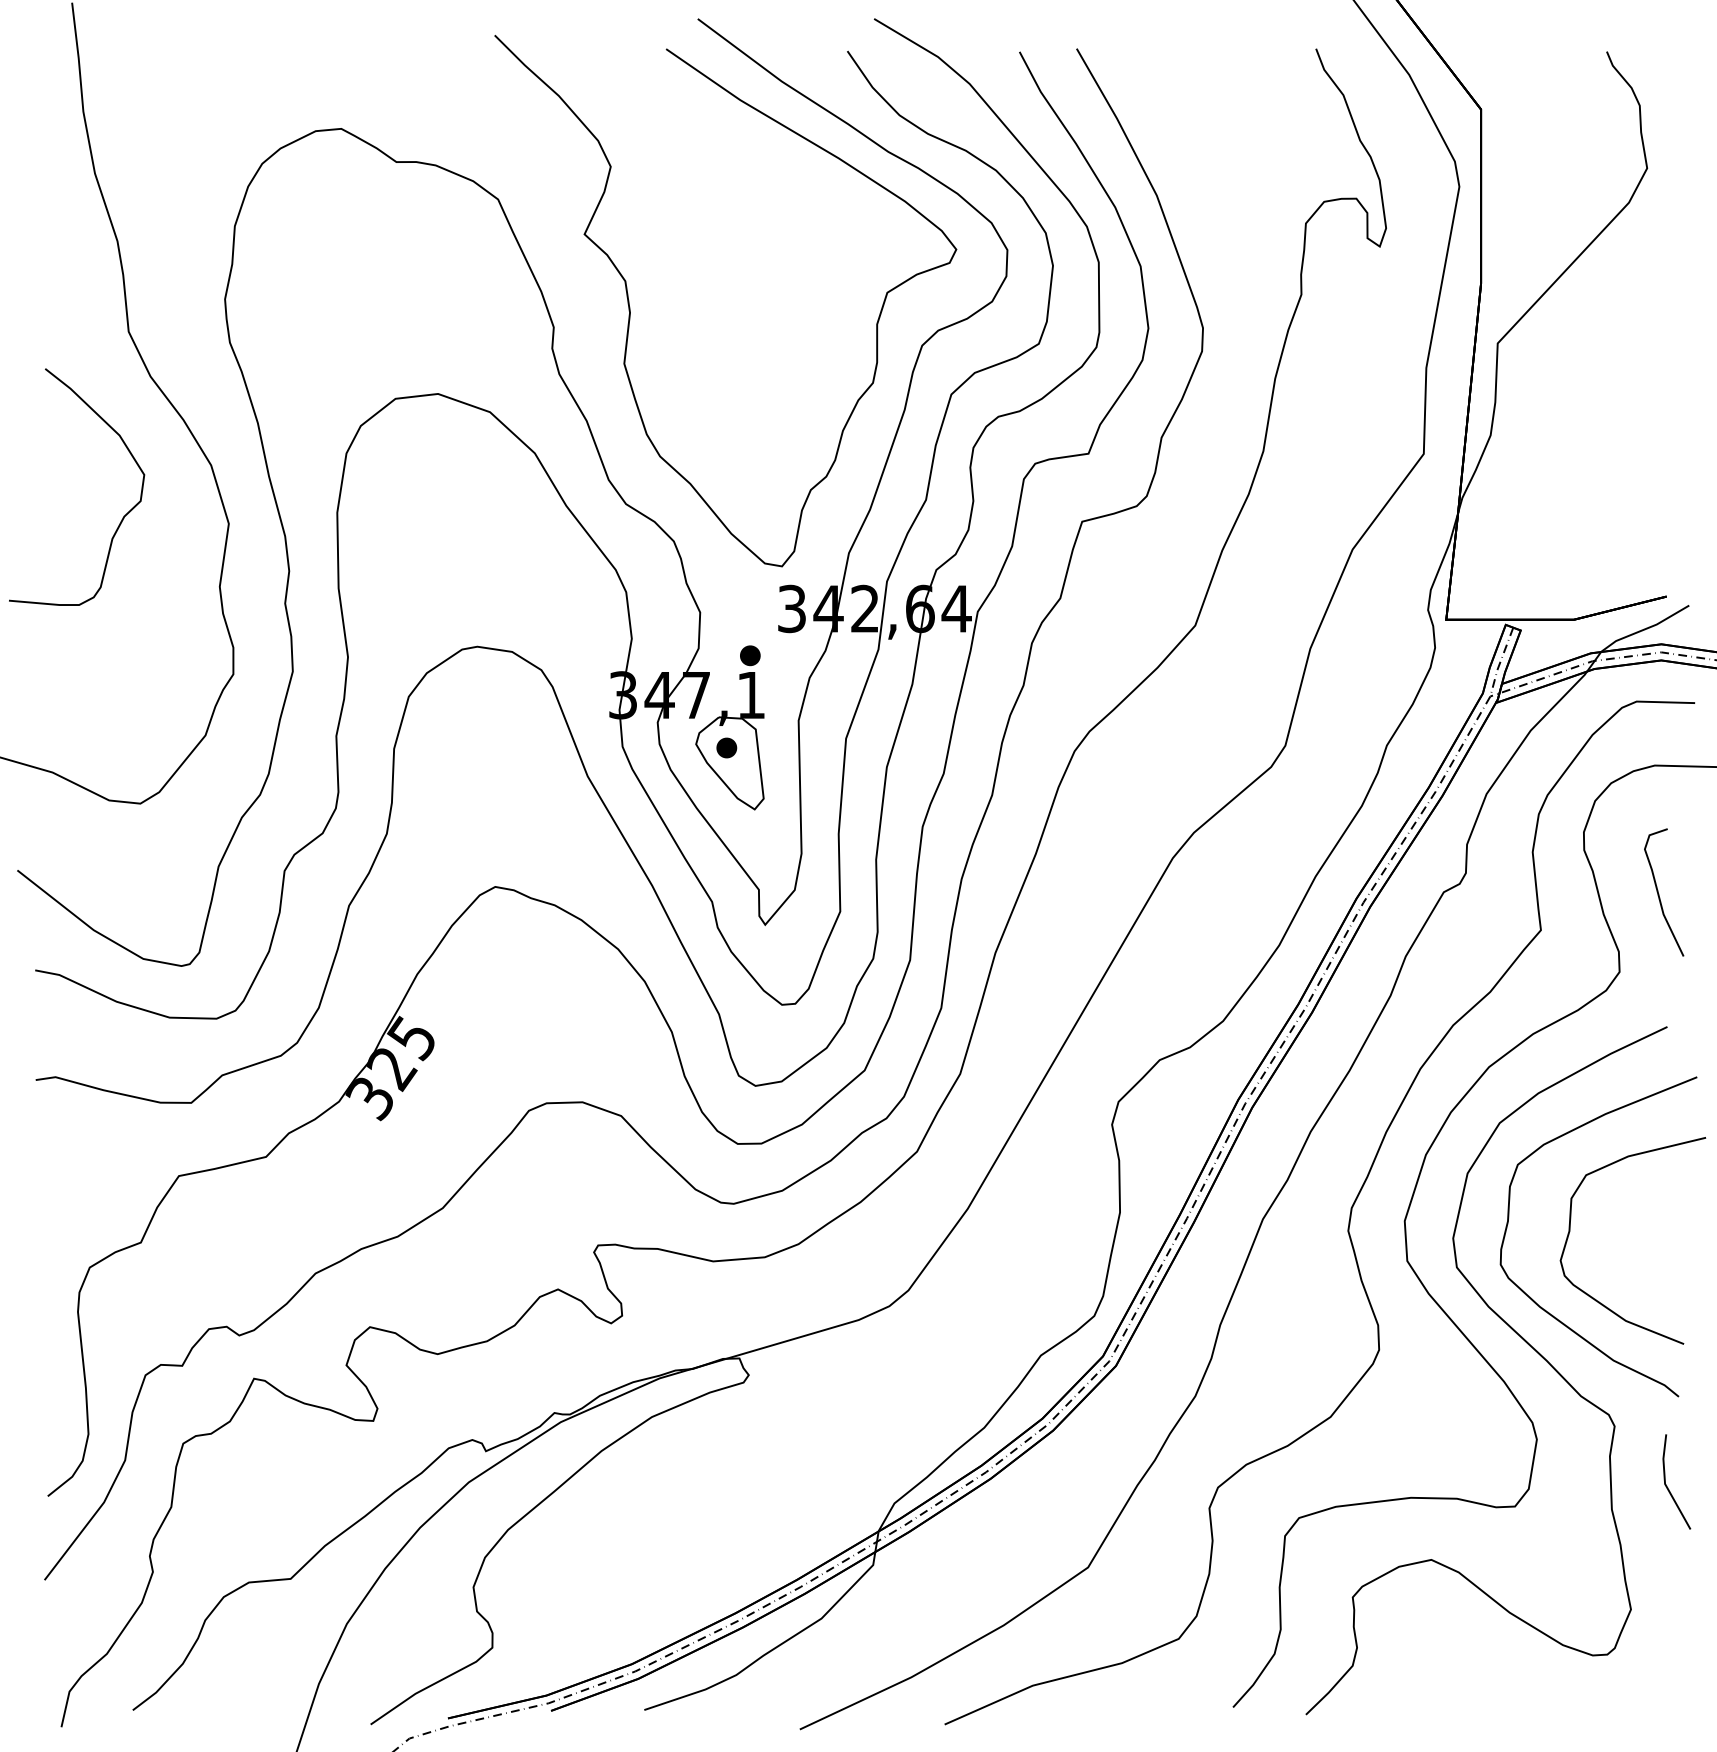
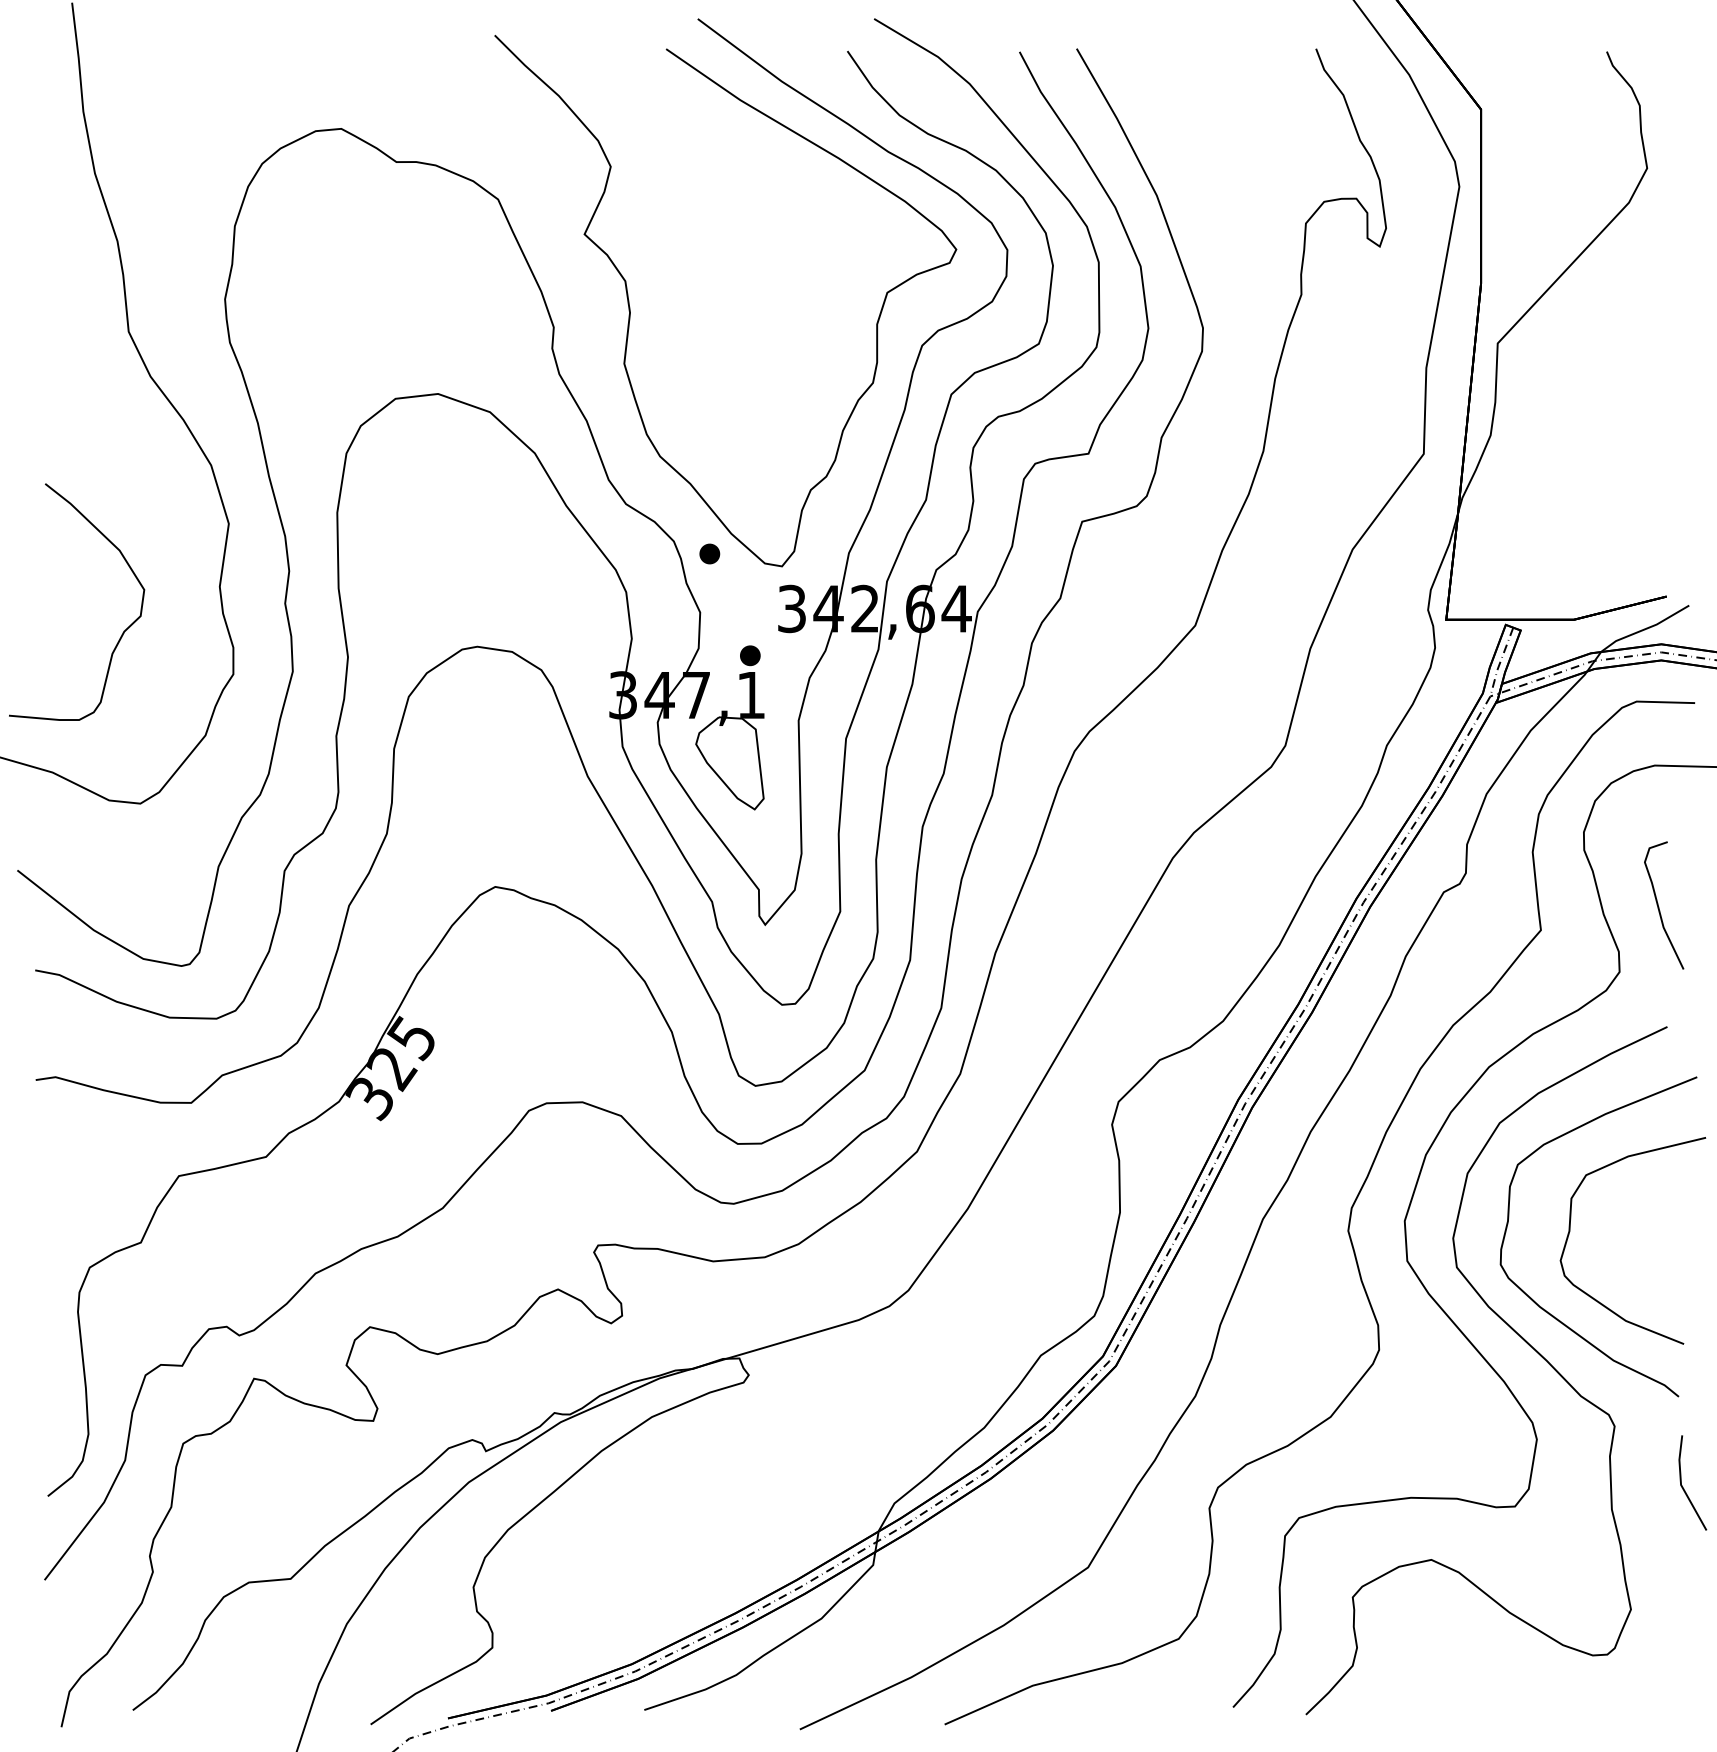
curve at (122, 517) position: (122, 517) -> (122, 632)
part at (726, 747) position: (726, 747) -> (709, 553)
curve at (1659, 894) position: (1659, 894) -> (1659, 907)
line at (1668, 1487) position: (1668, 1487) -> (1684, 1488)
